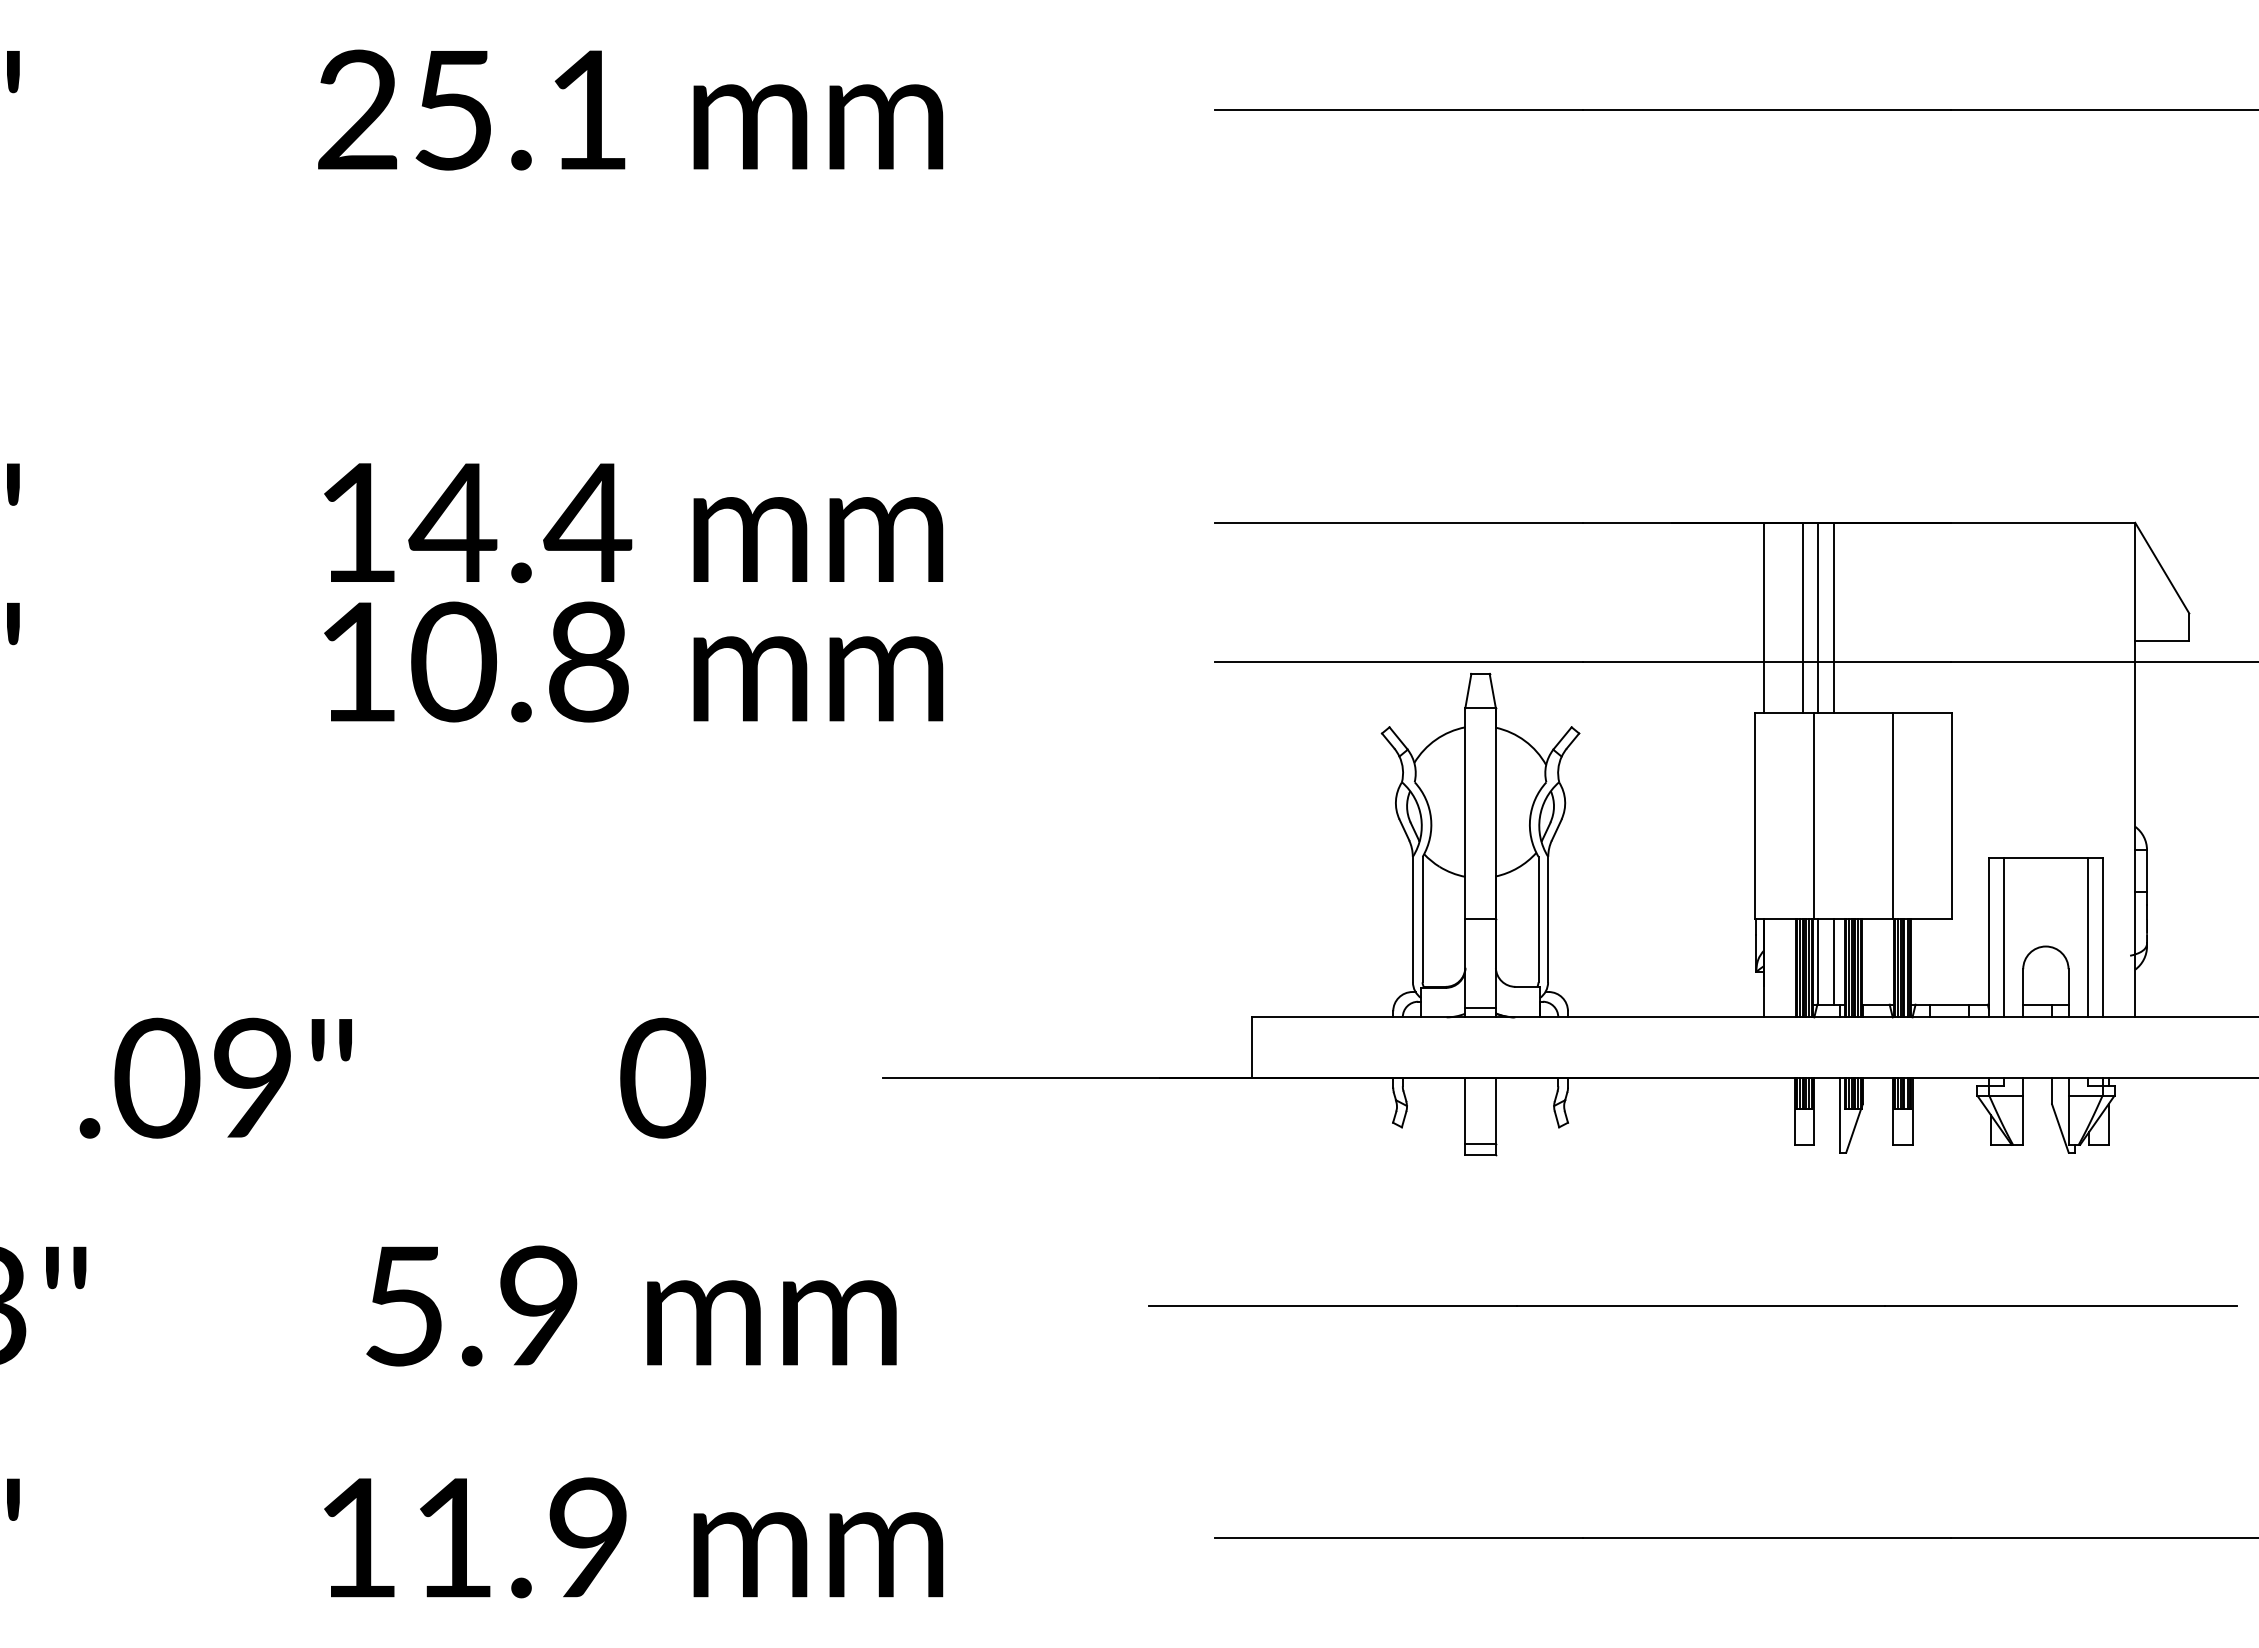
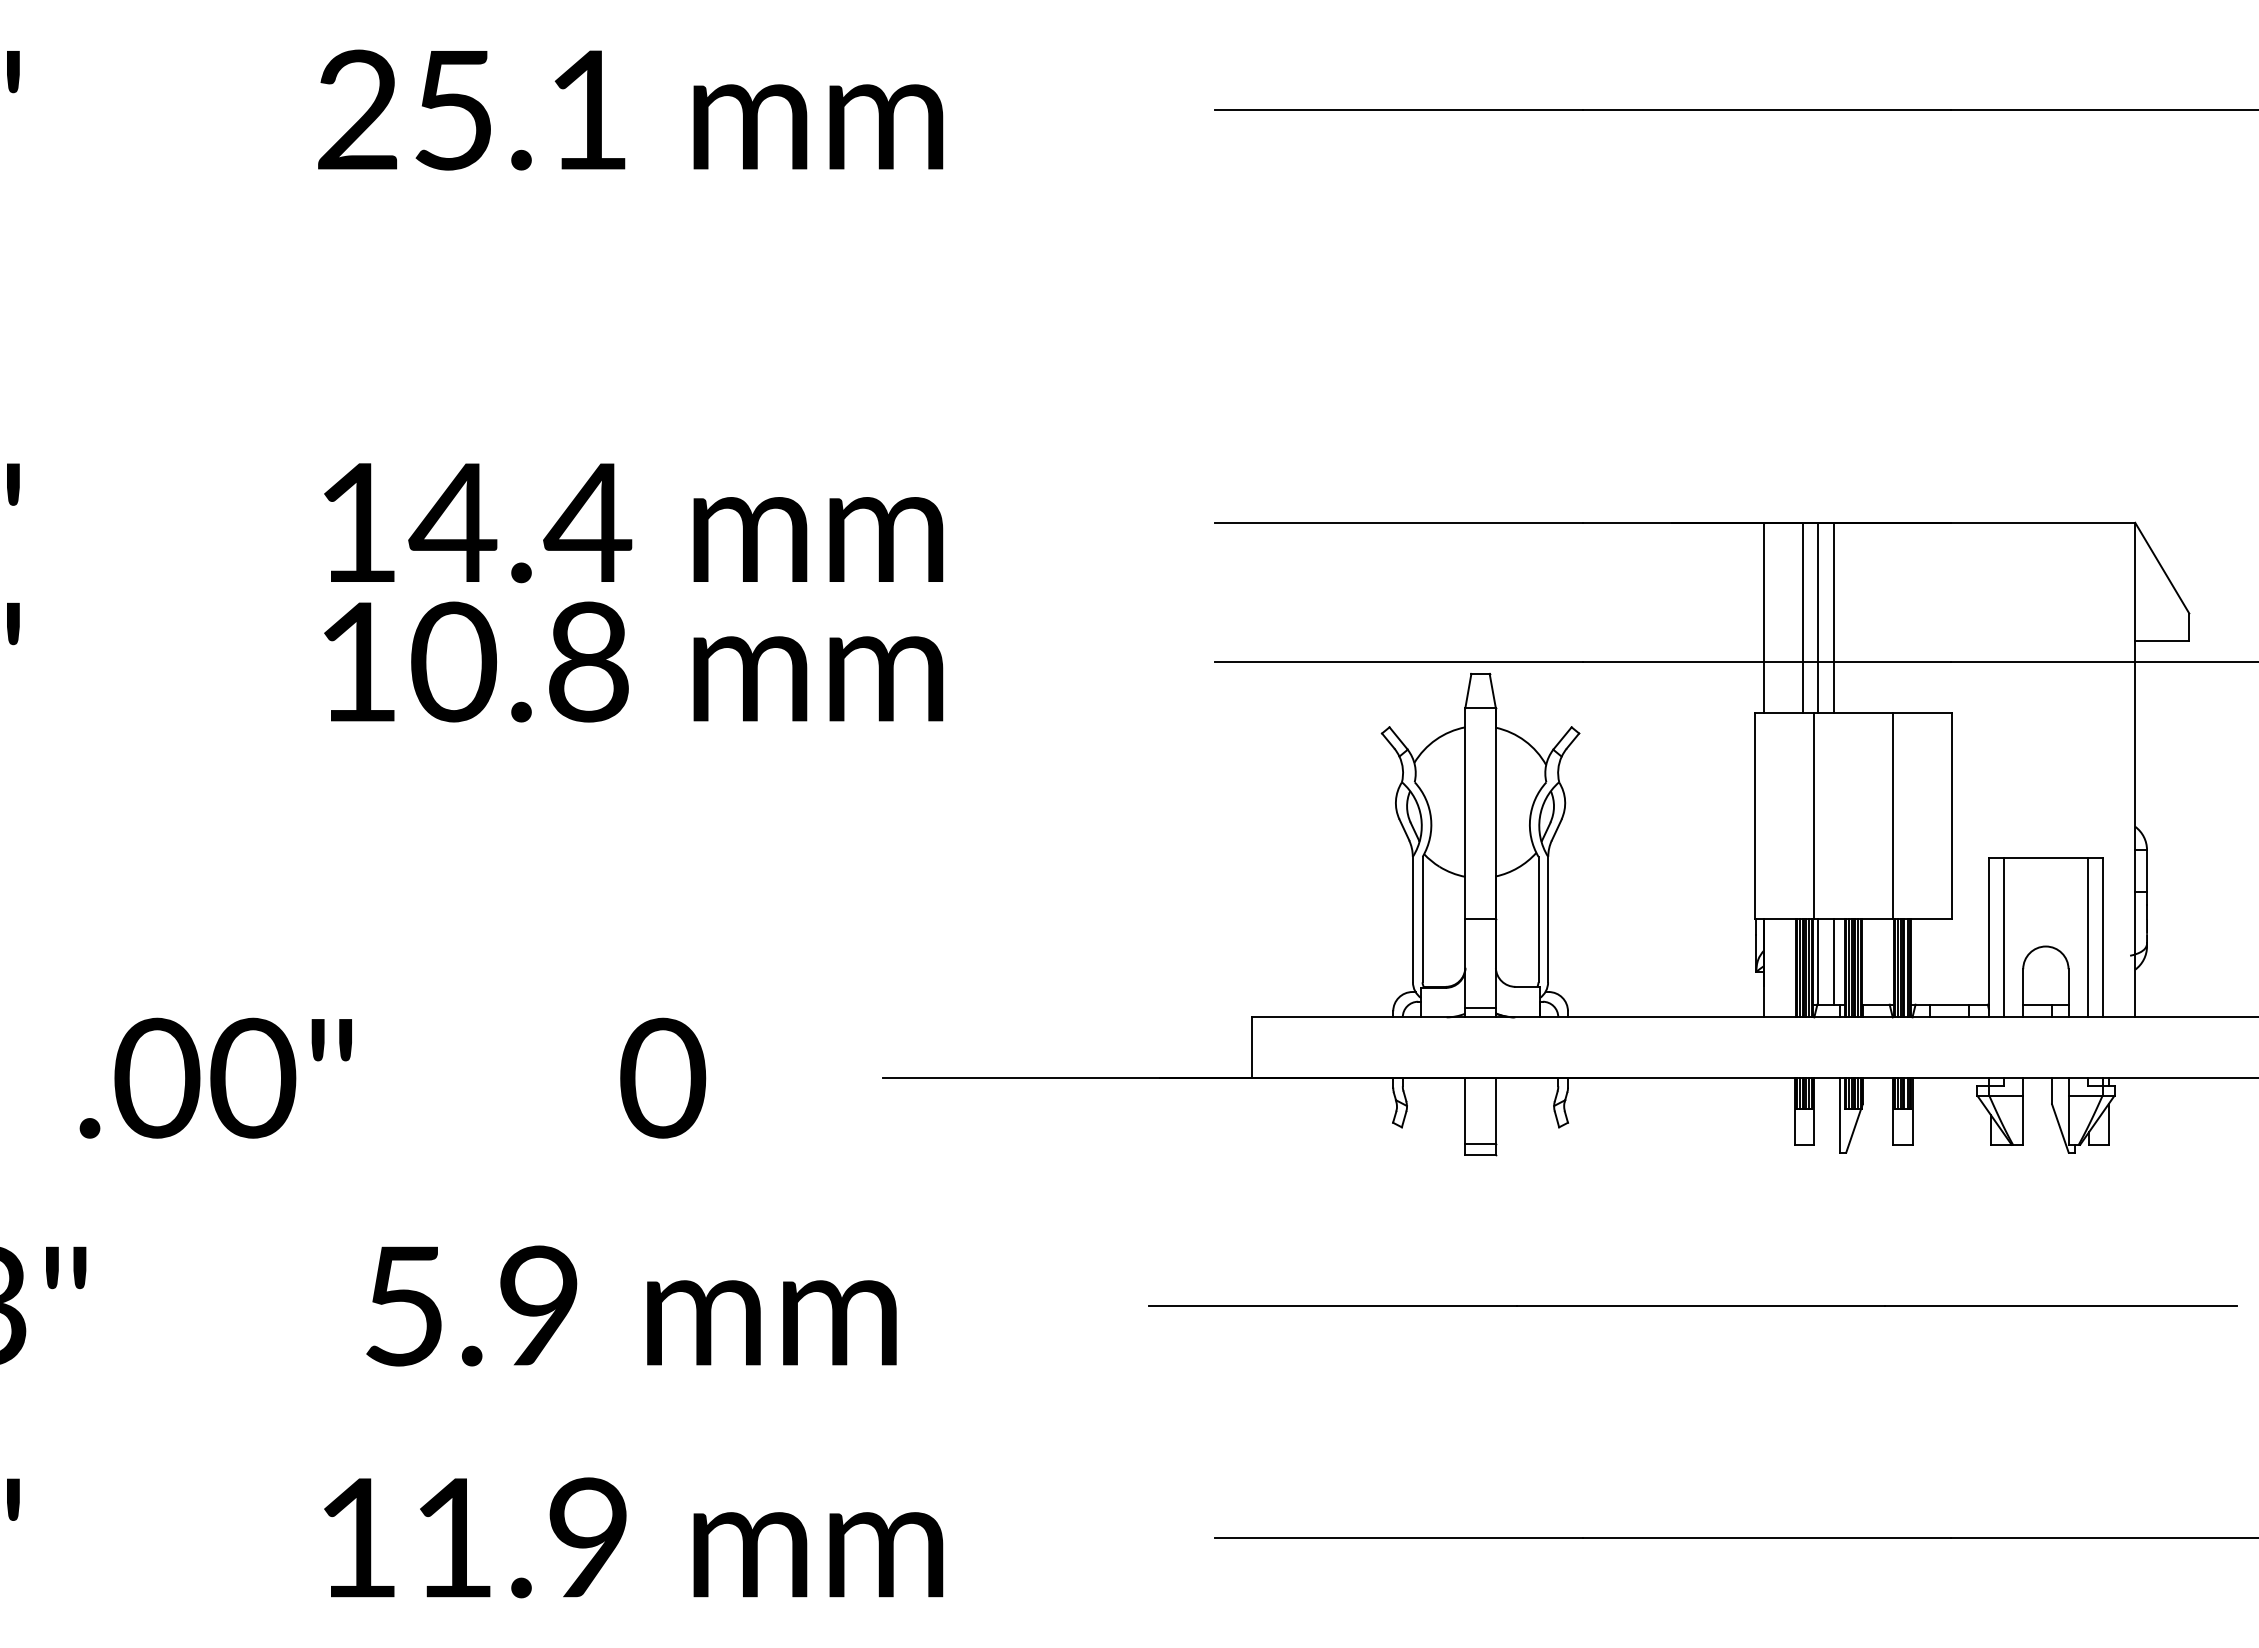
text at (253, 1078): .09" -> .00"
